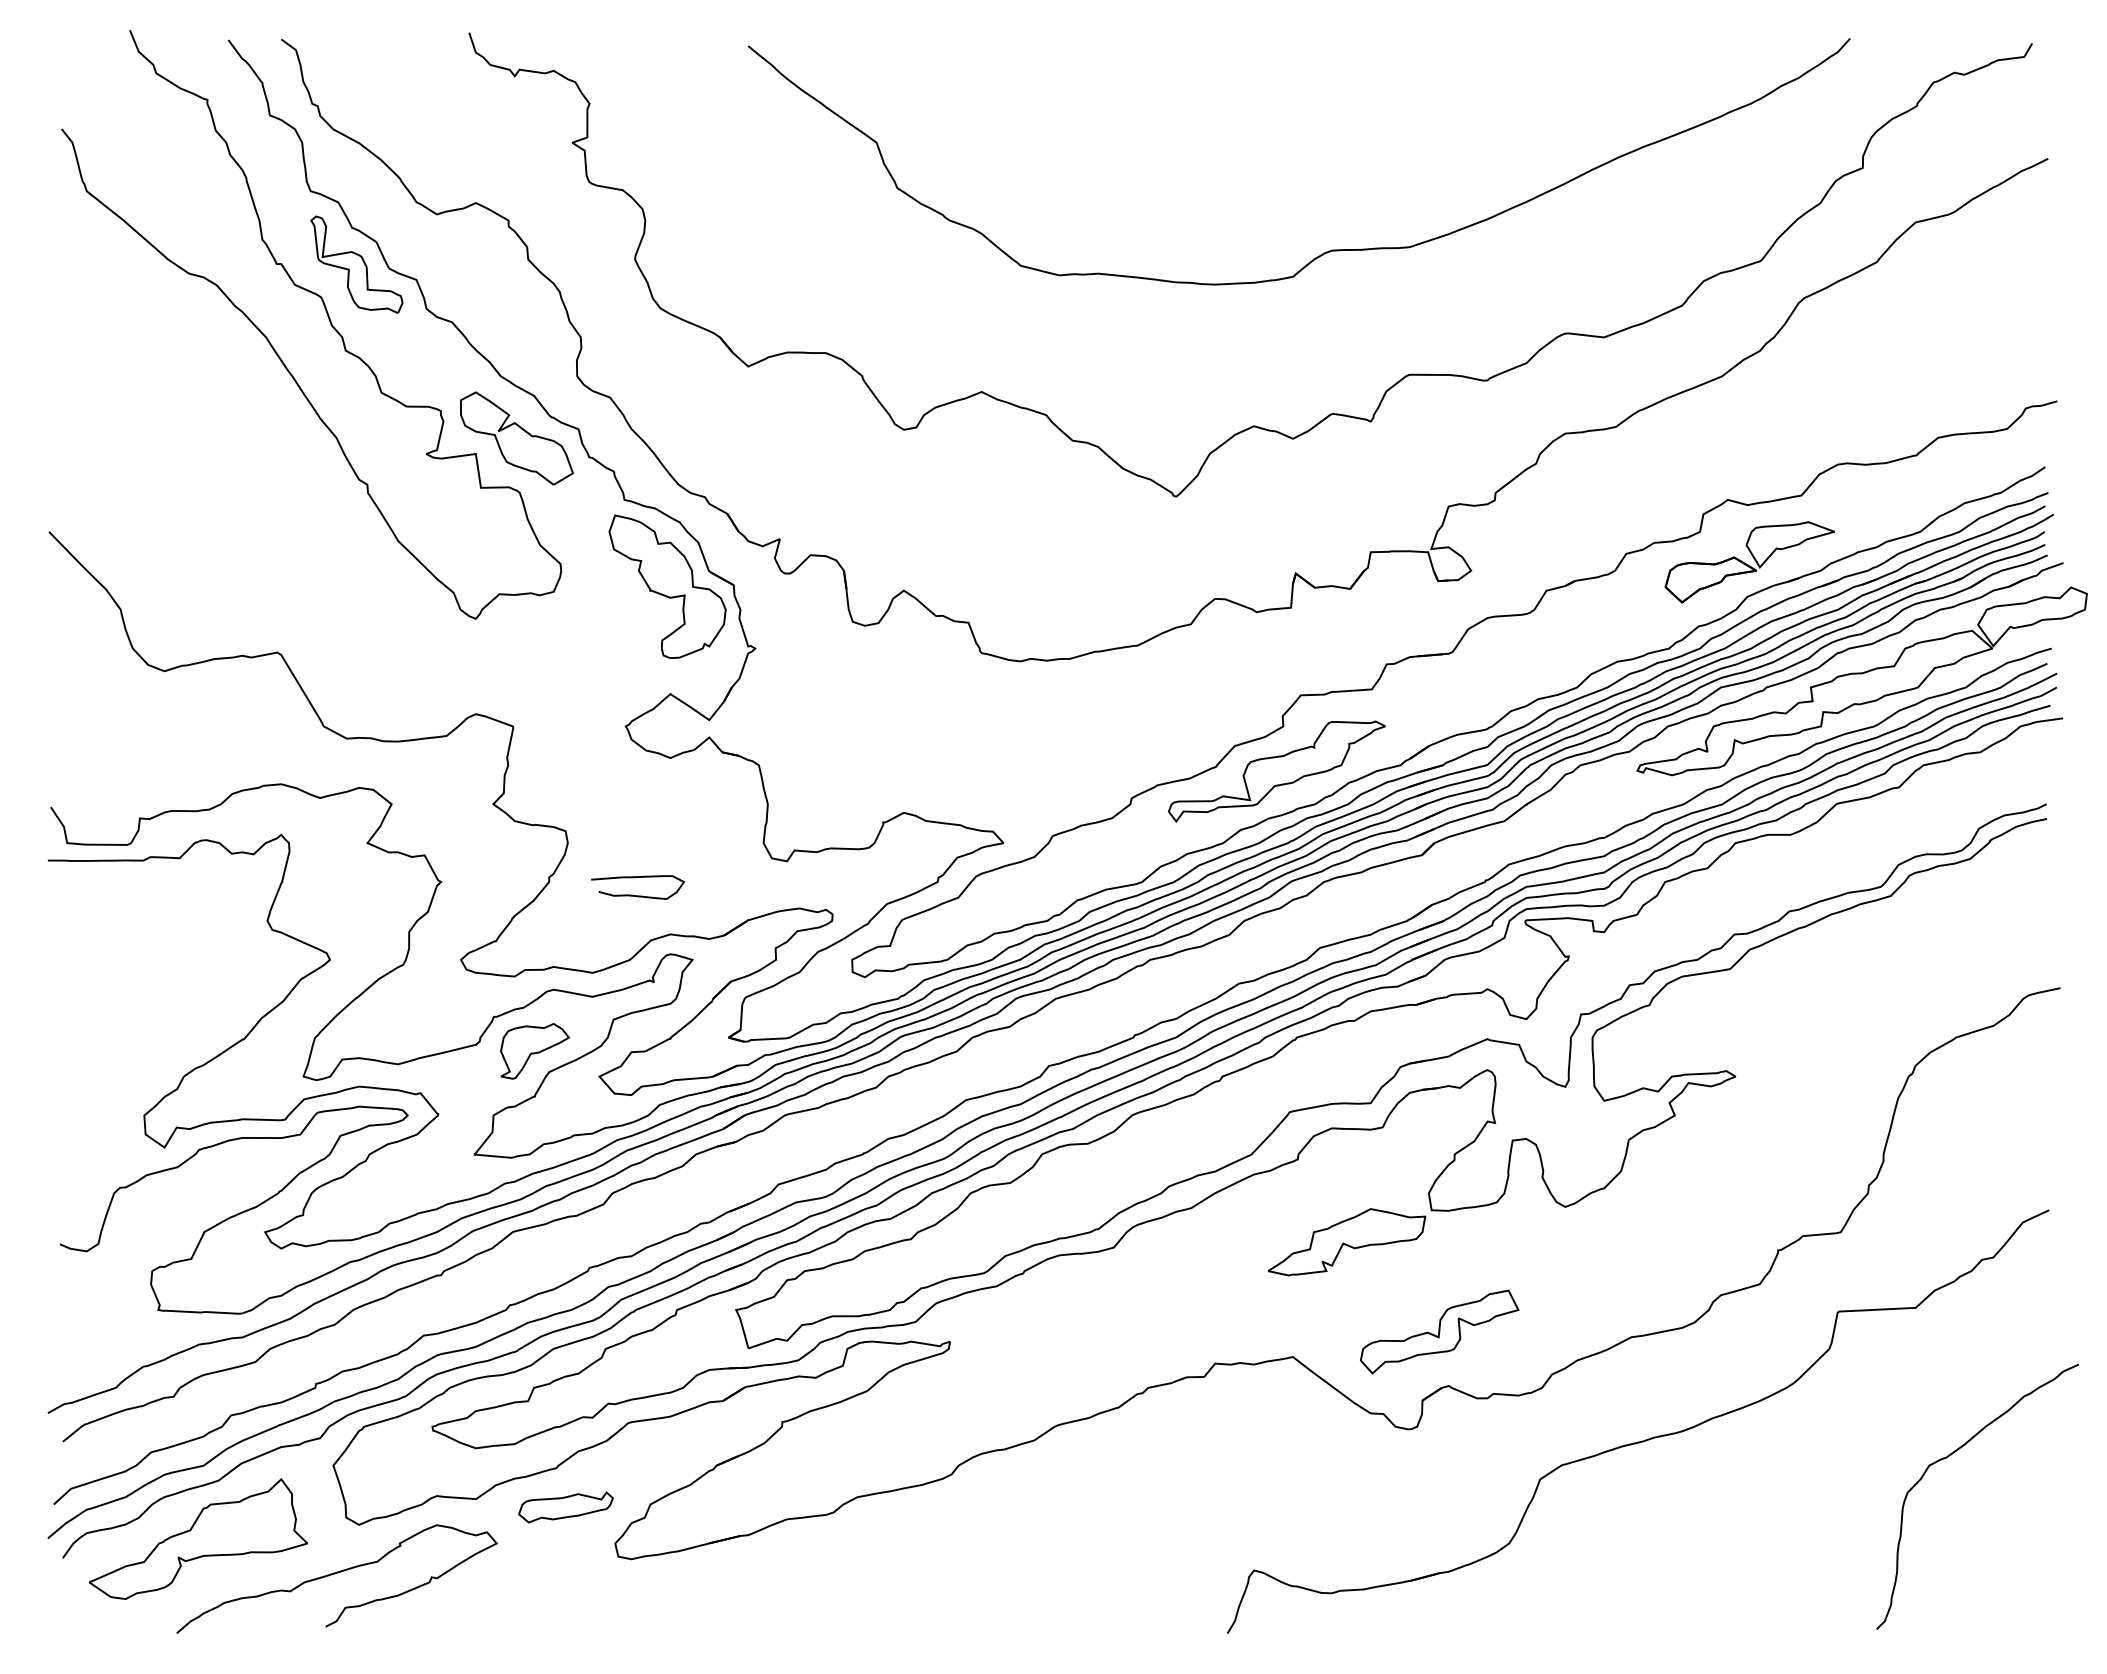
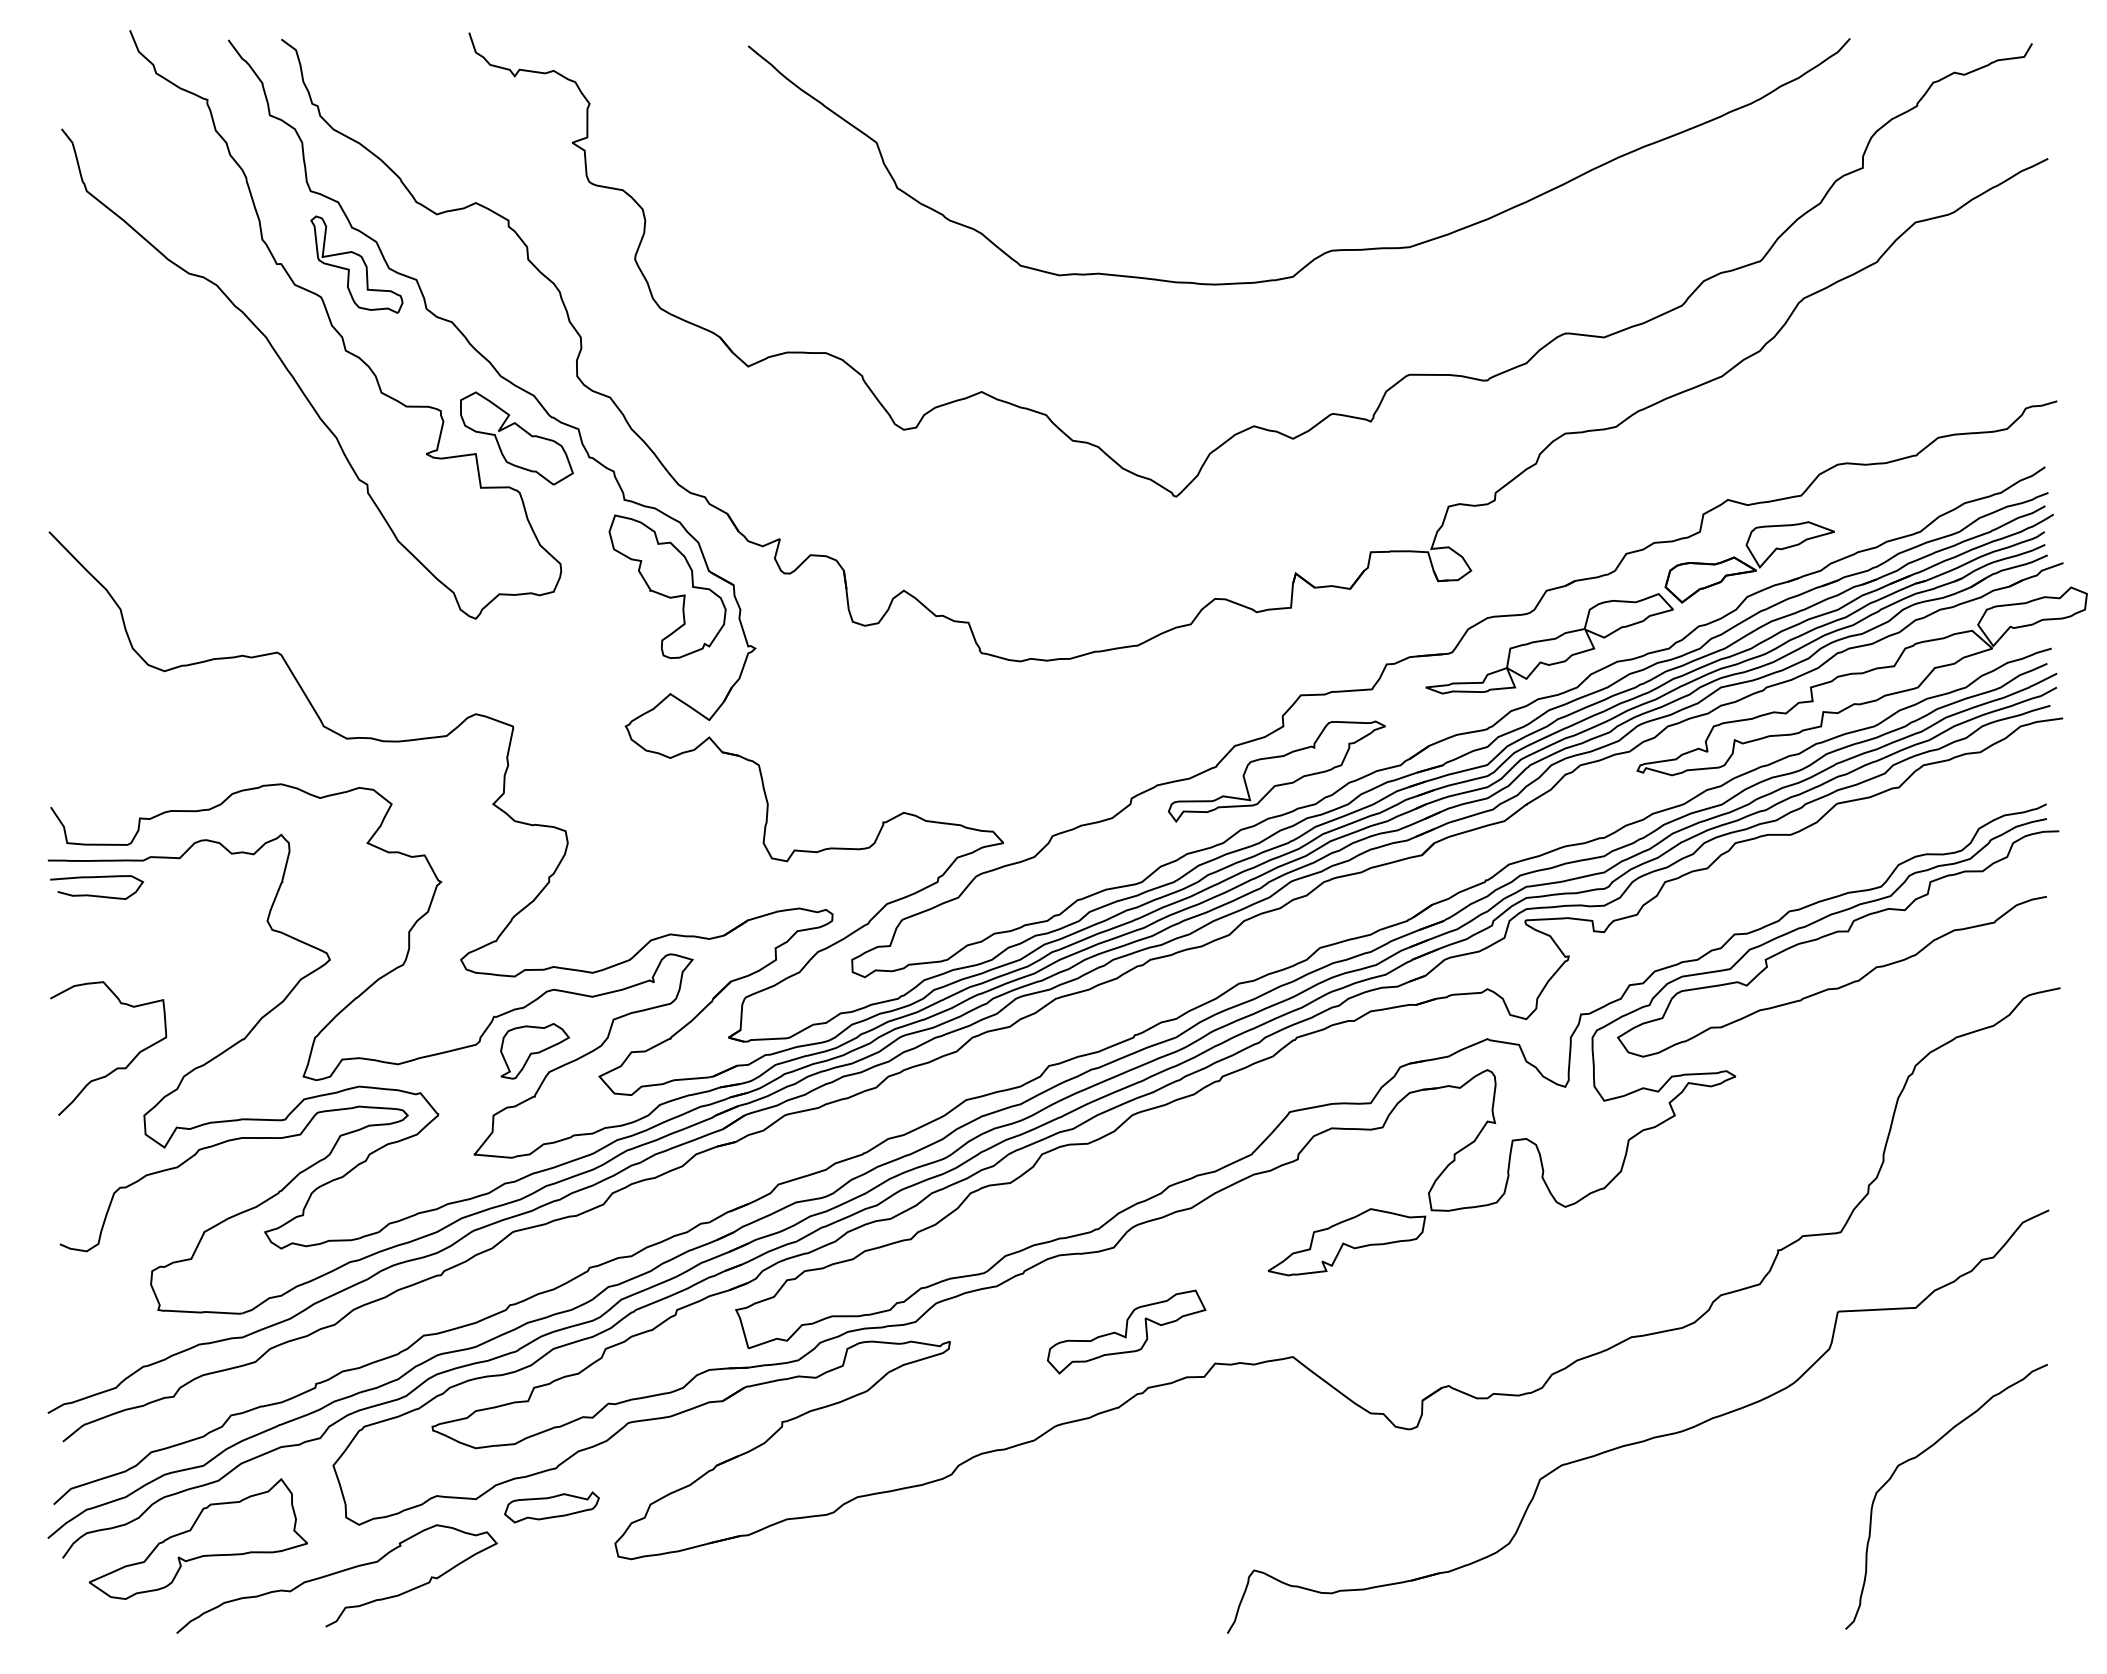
part at (1549, 643): none -> present
curve at (638, 895) position: (638, 895) -> (97, 895)
curve at (1833, 934): none -> present
curve at (117, 1067): none -> present
part at (1439, 1331) position: (1439, 1331) -> (1126, 1331)
curve at (1951, 1455) position: (1951, 1455) -> (1920, 1455)
part at (565, 1507) position: (565, 1507) -> (551, 1507)
